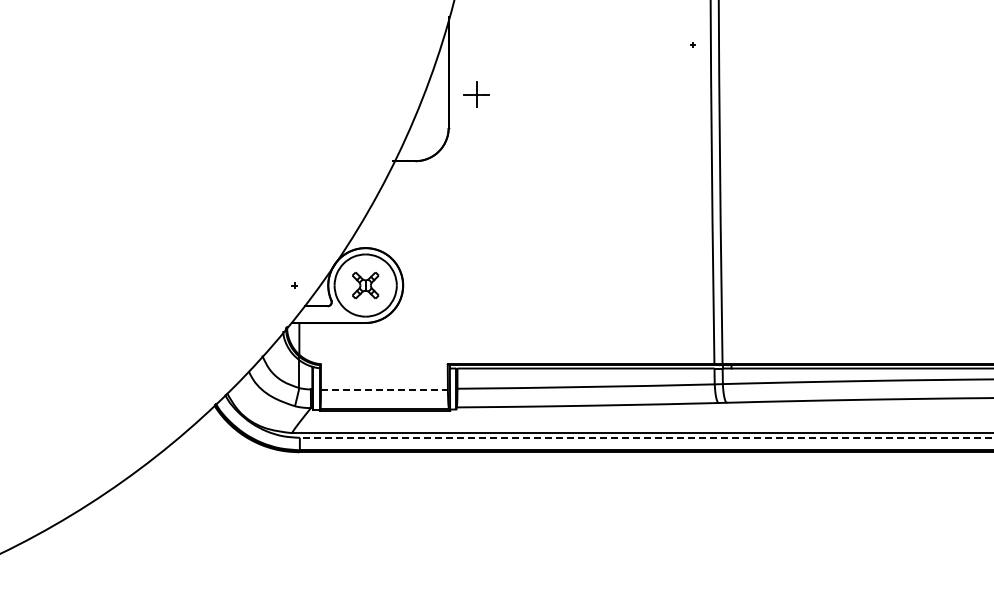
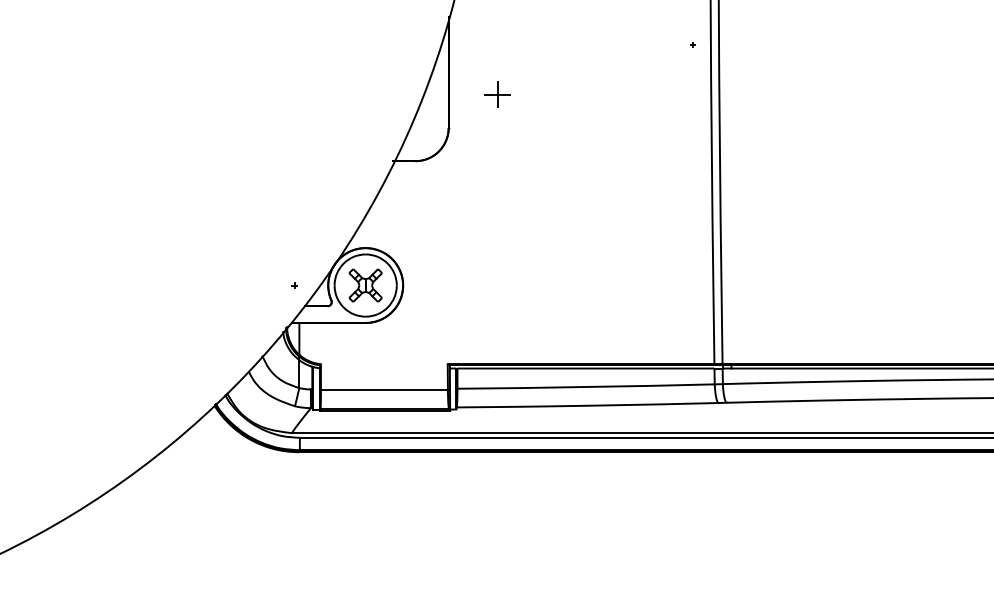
part at (476, 94) position: (476, 94) -> (497, 94)
part at (365, 285) size: 28x28 px -> 35x35 px
line at (384, 390): dashed -> solid
line at (646, 437): dashed -> solid
